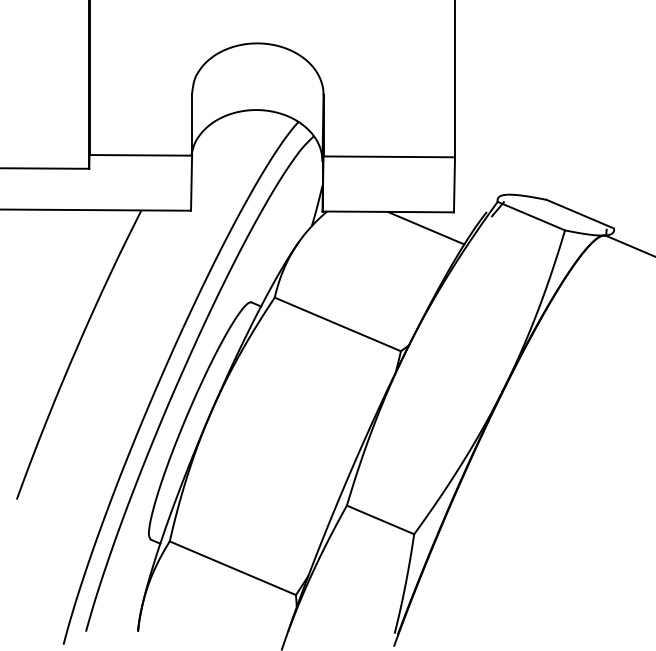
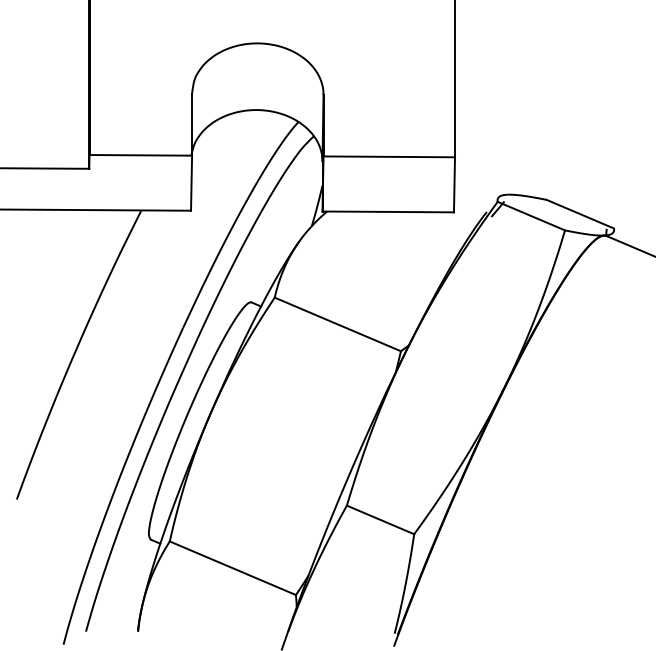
line at (425, 227): present -> none
